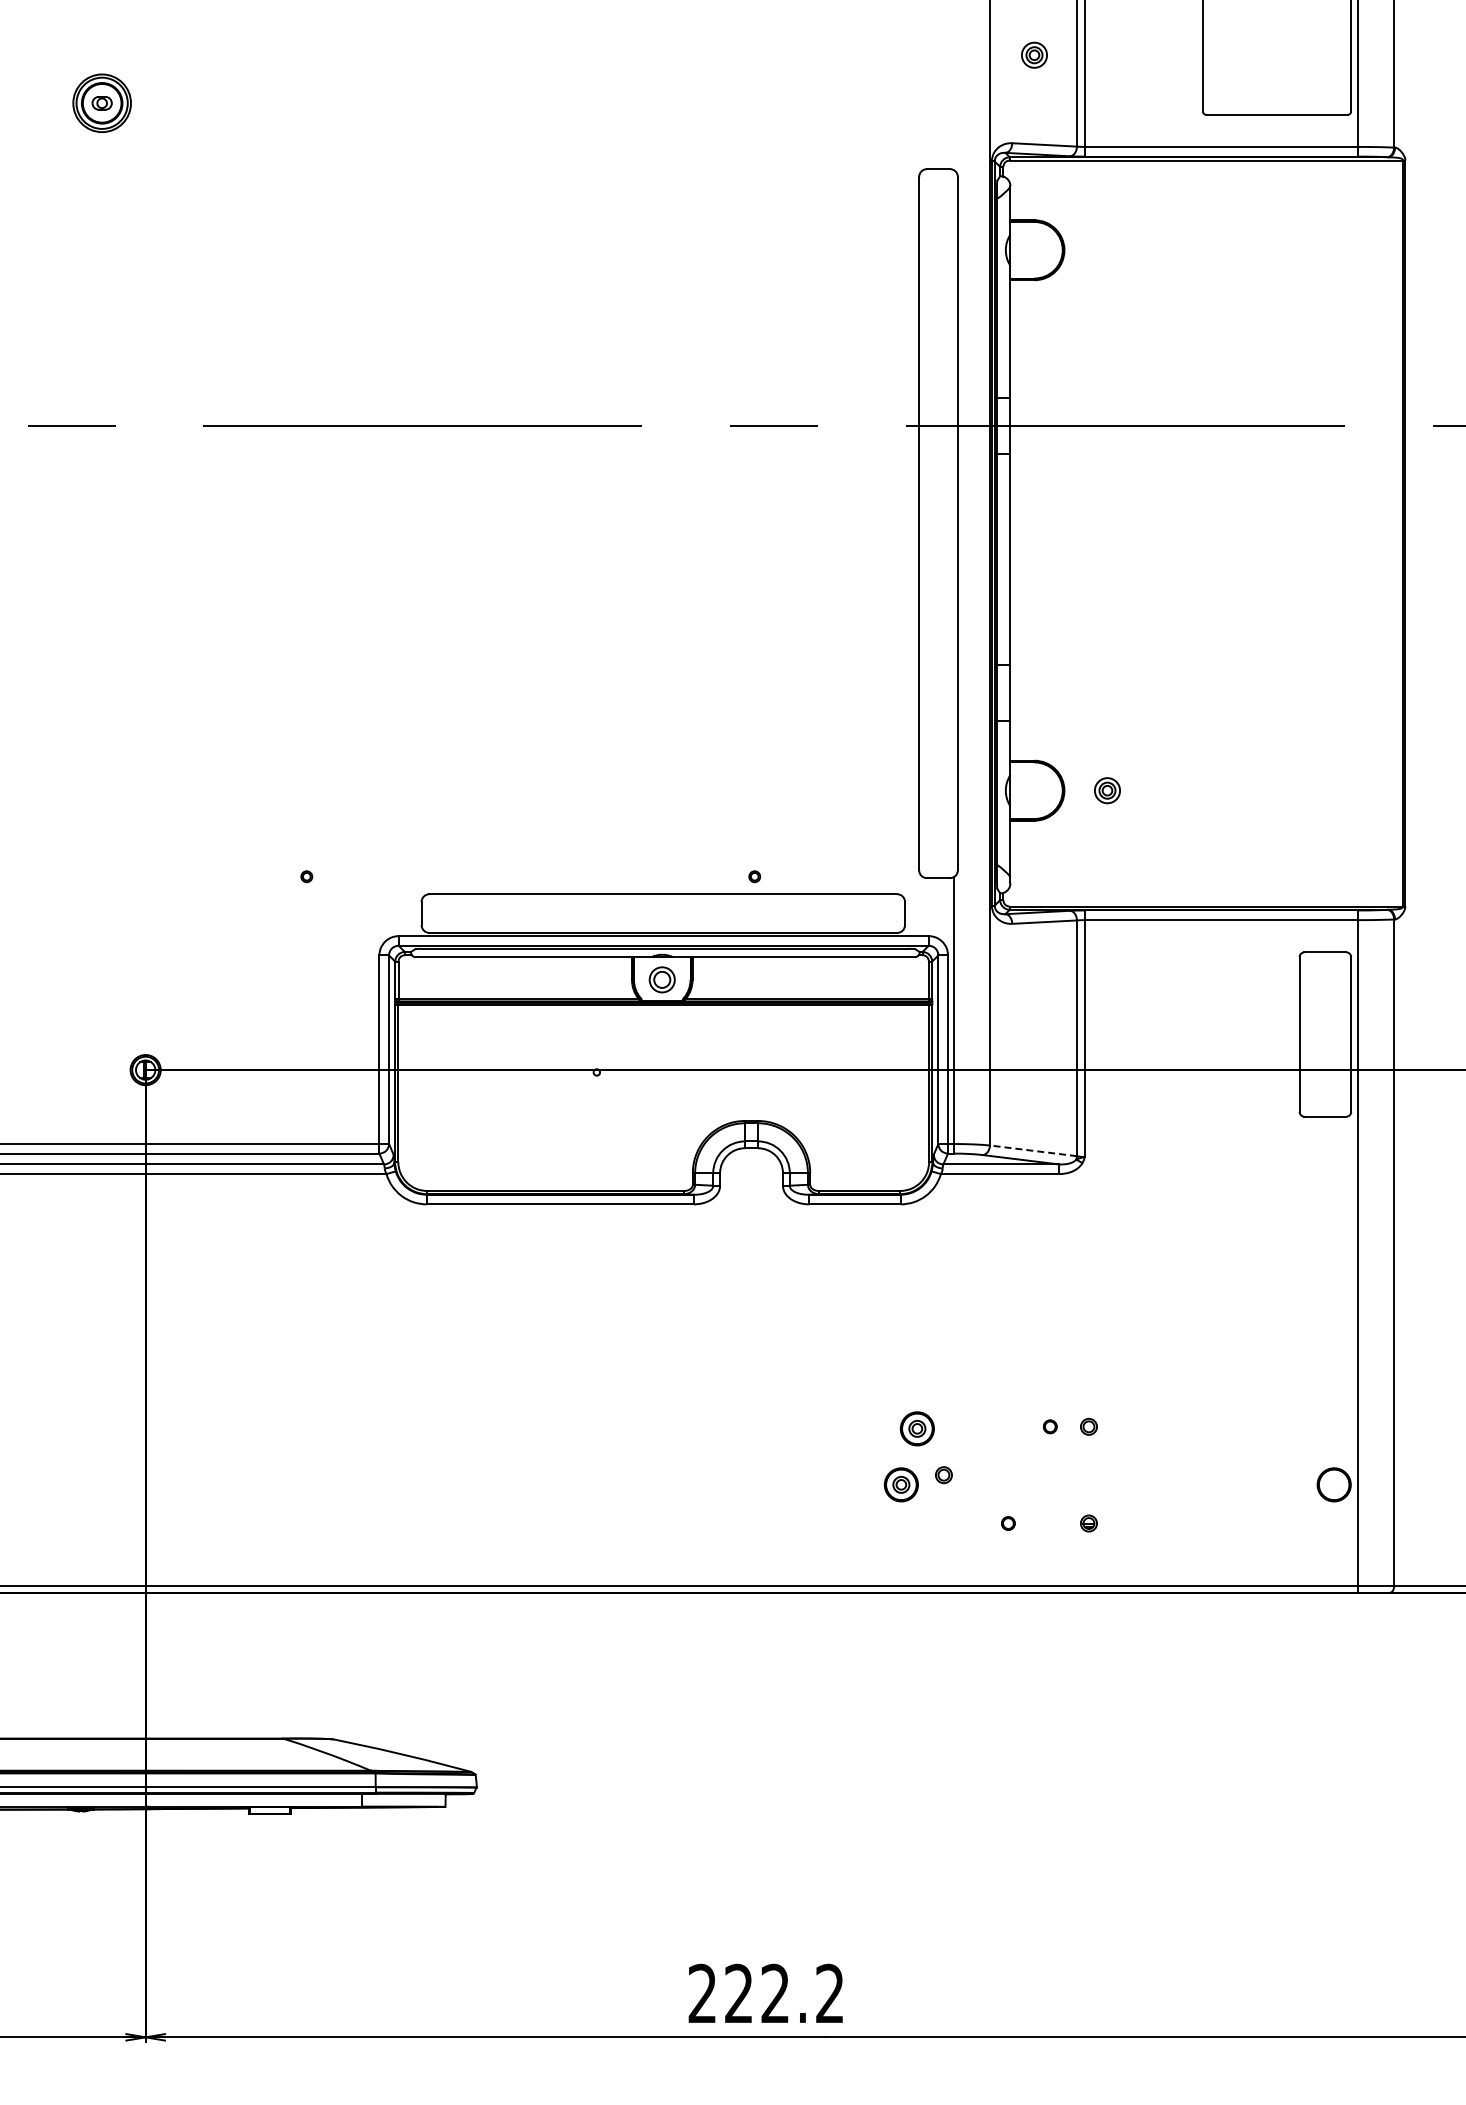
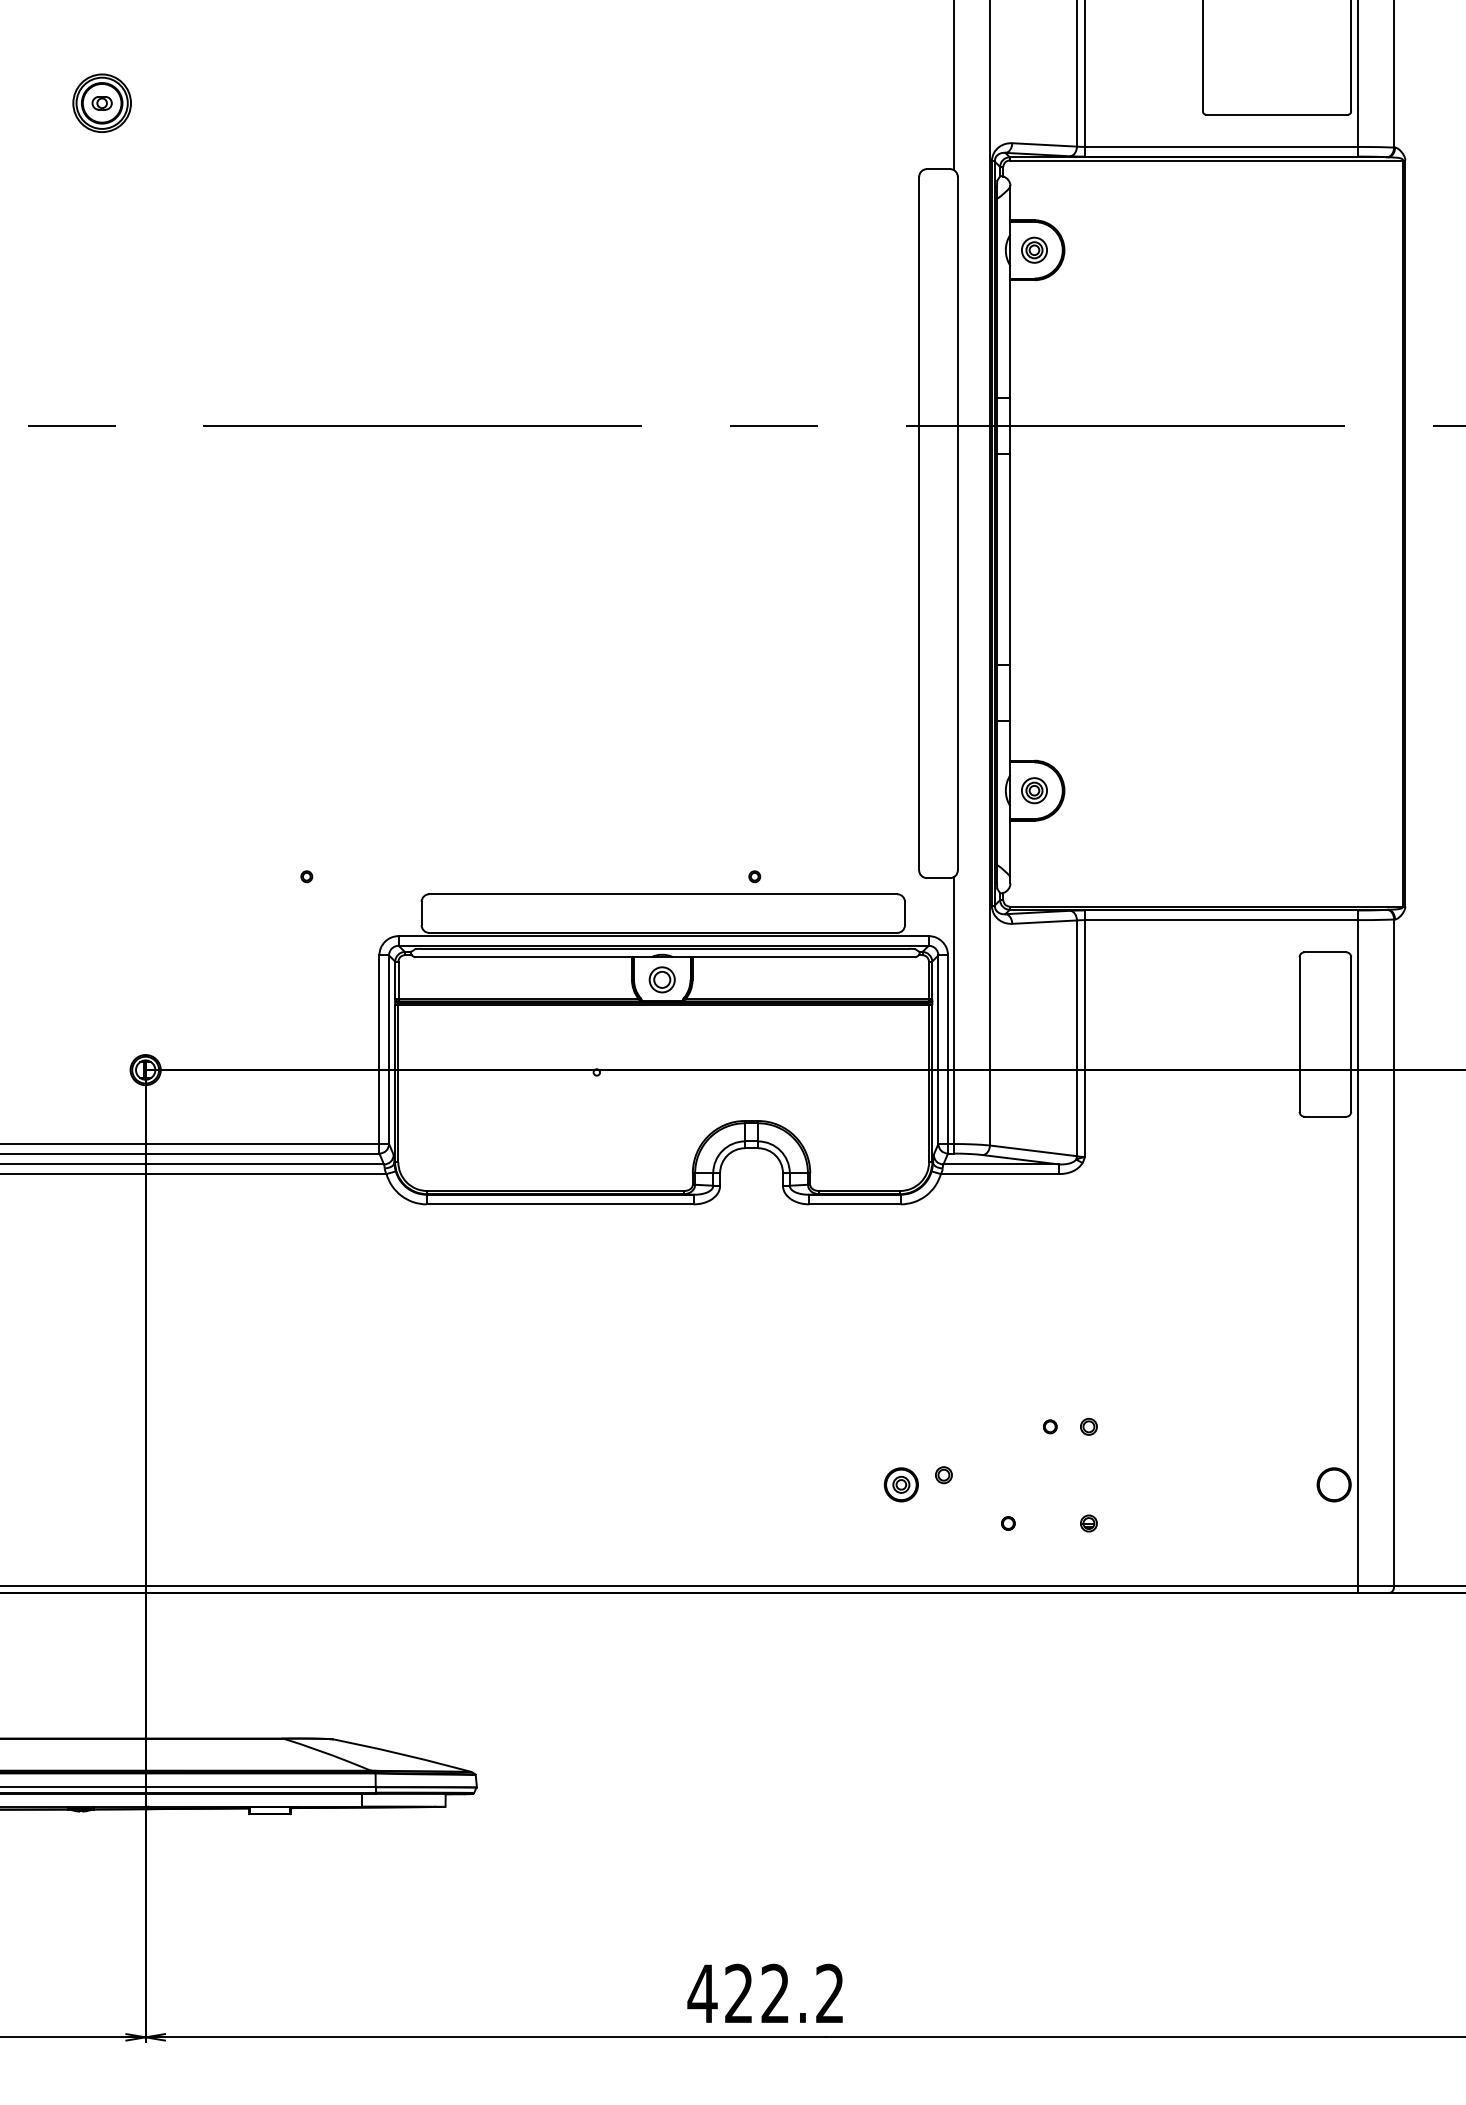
part at (1034, 54) position: (1034, 54) -> (1034, 249)
line at (953, 85): none -> present
part at (1107, 790) position: (1107, 790) -> (1034, 790)
line at (1033, 1150): dashed -> solid
part at (916, 1428): present -> none
text at (702, 1992): 222.2 -> 422.2
